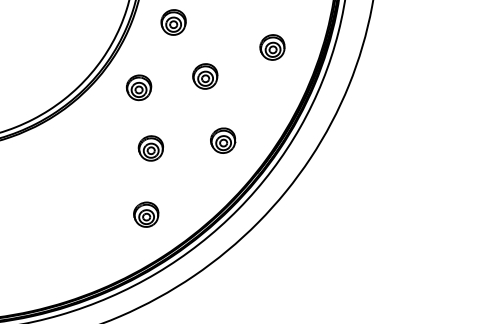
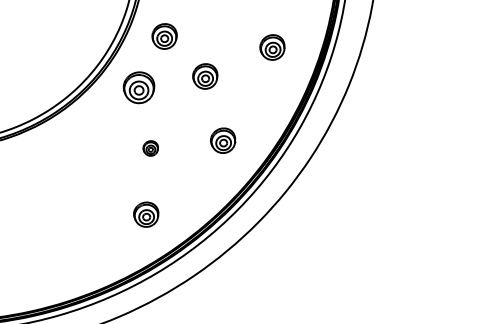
part at (173, 22) position: (173, 22) -> (164, 36)
part at (138, 87) size: 28x28 px -> 34x34 px
part at (150, 148) size: 27x27 px -> 17x17 px
